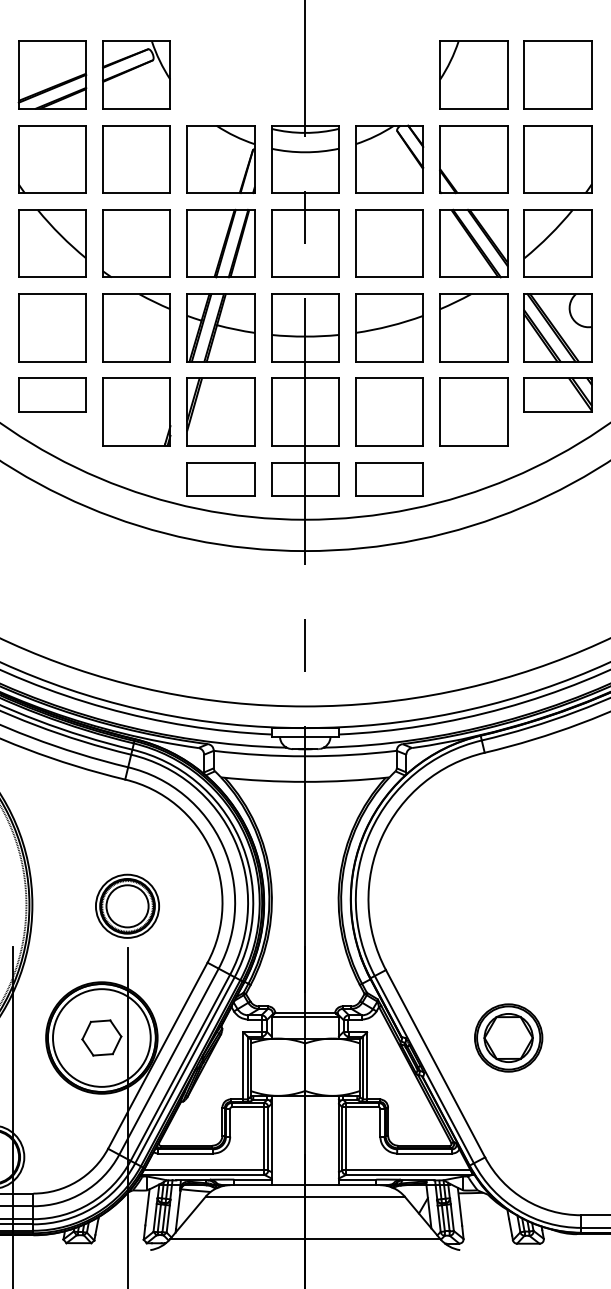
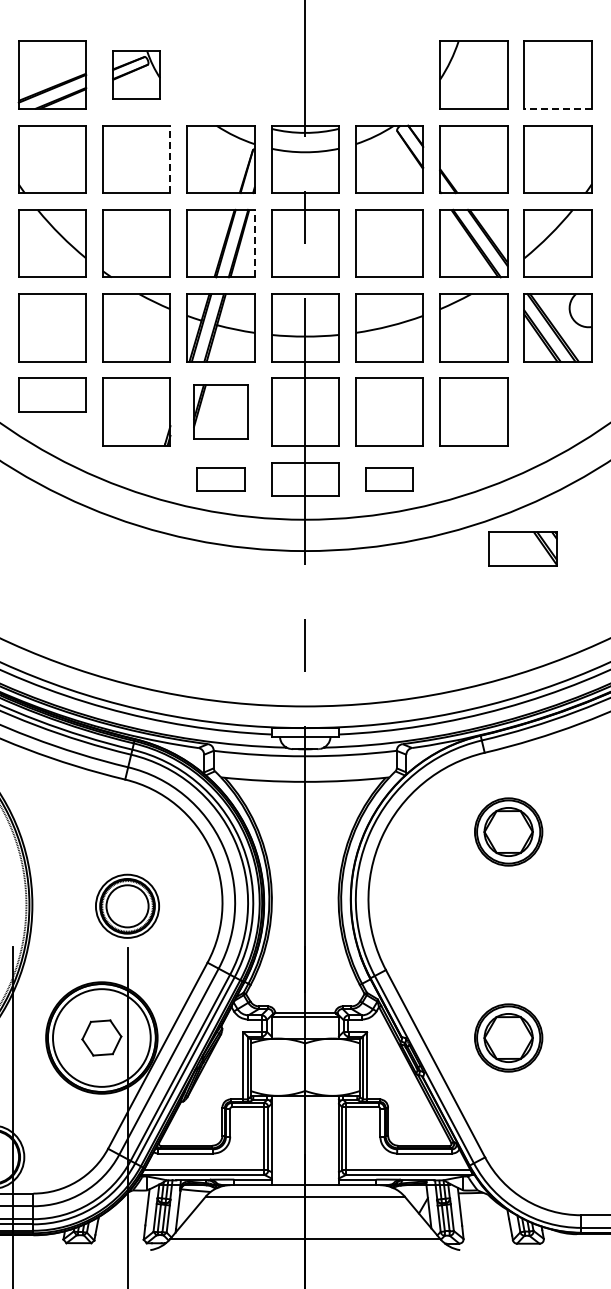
part at (136, 74) size: 69x70 px -> 49x50 px
line at (558, 108): solid -> dashed
line at (170, 159): solid -> dashed
line at (254, 243): solid -> dashed
part at (557, 394) position: (557, 394) -> (522, 548)
part at (220, 411) size: 70x70 px -> 56x56 px
part at (220, 479) size: 70x35 px -> 50x25 px
part at (389, 479) size: 69x35 px -> 49x25 px
part at (508, 831): none -> present
